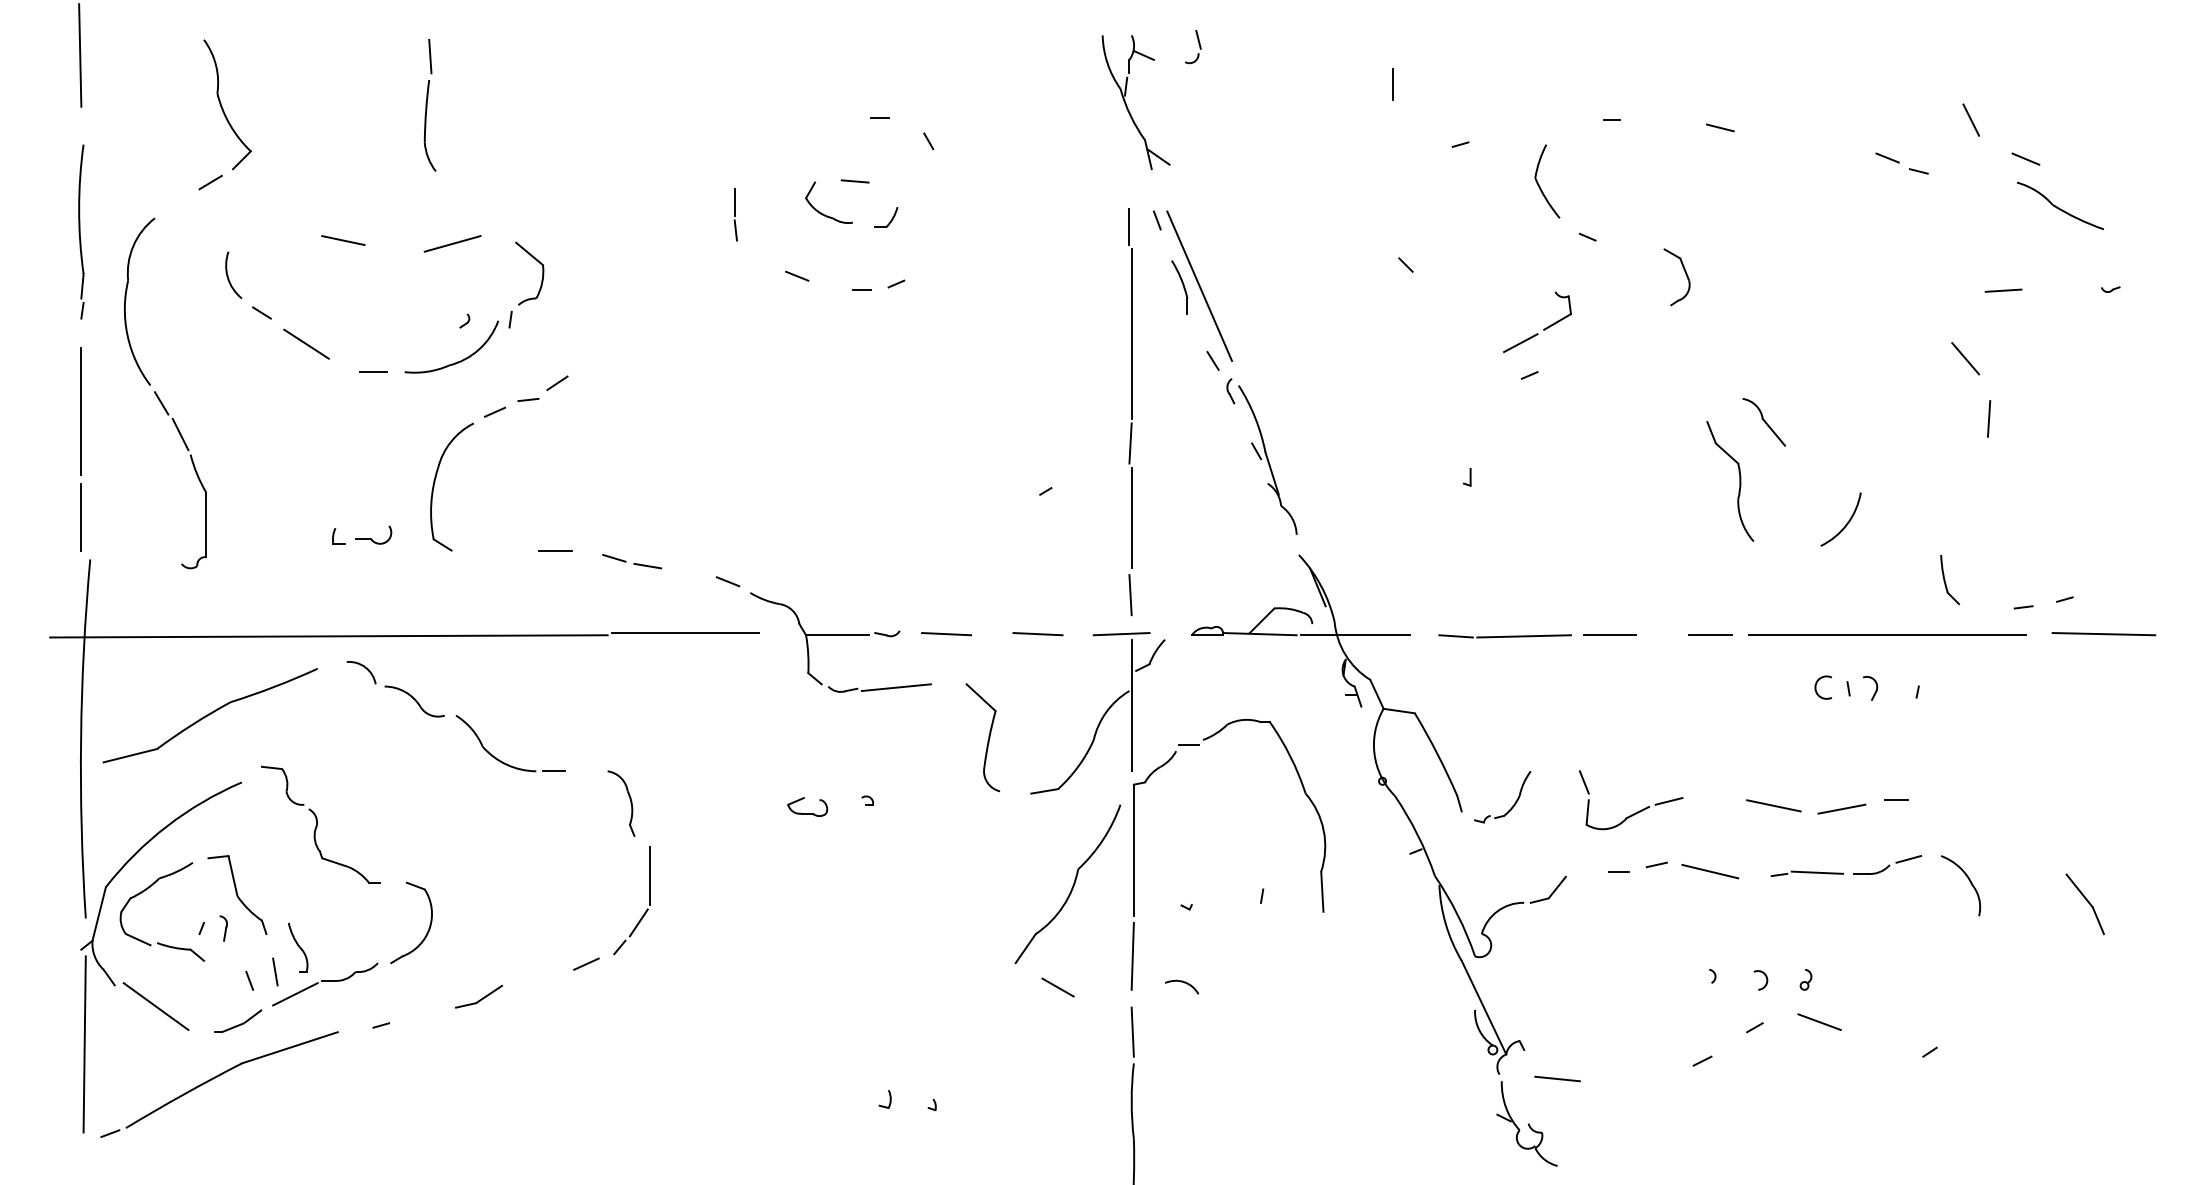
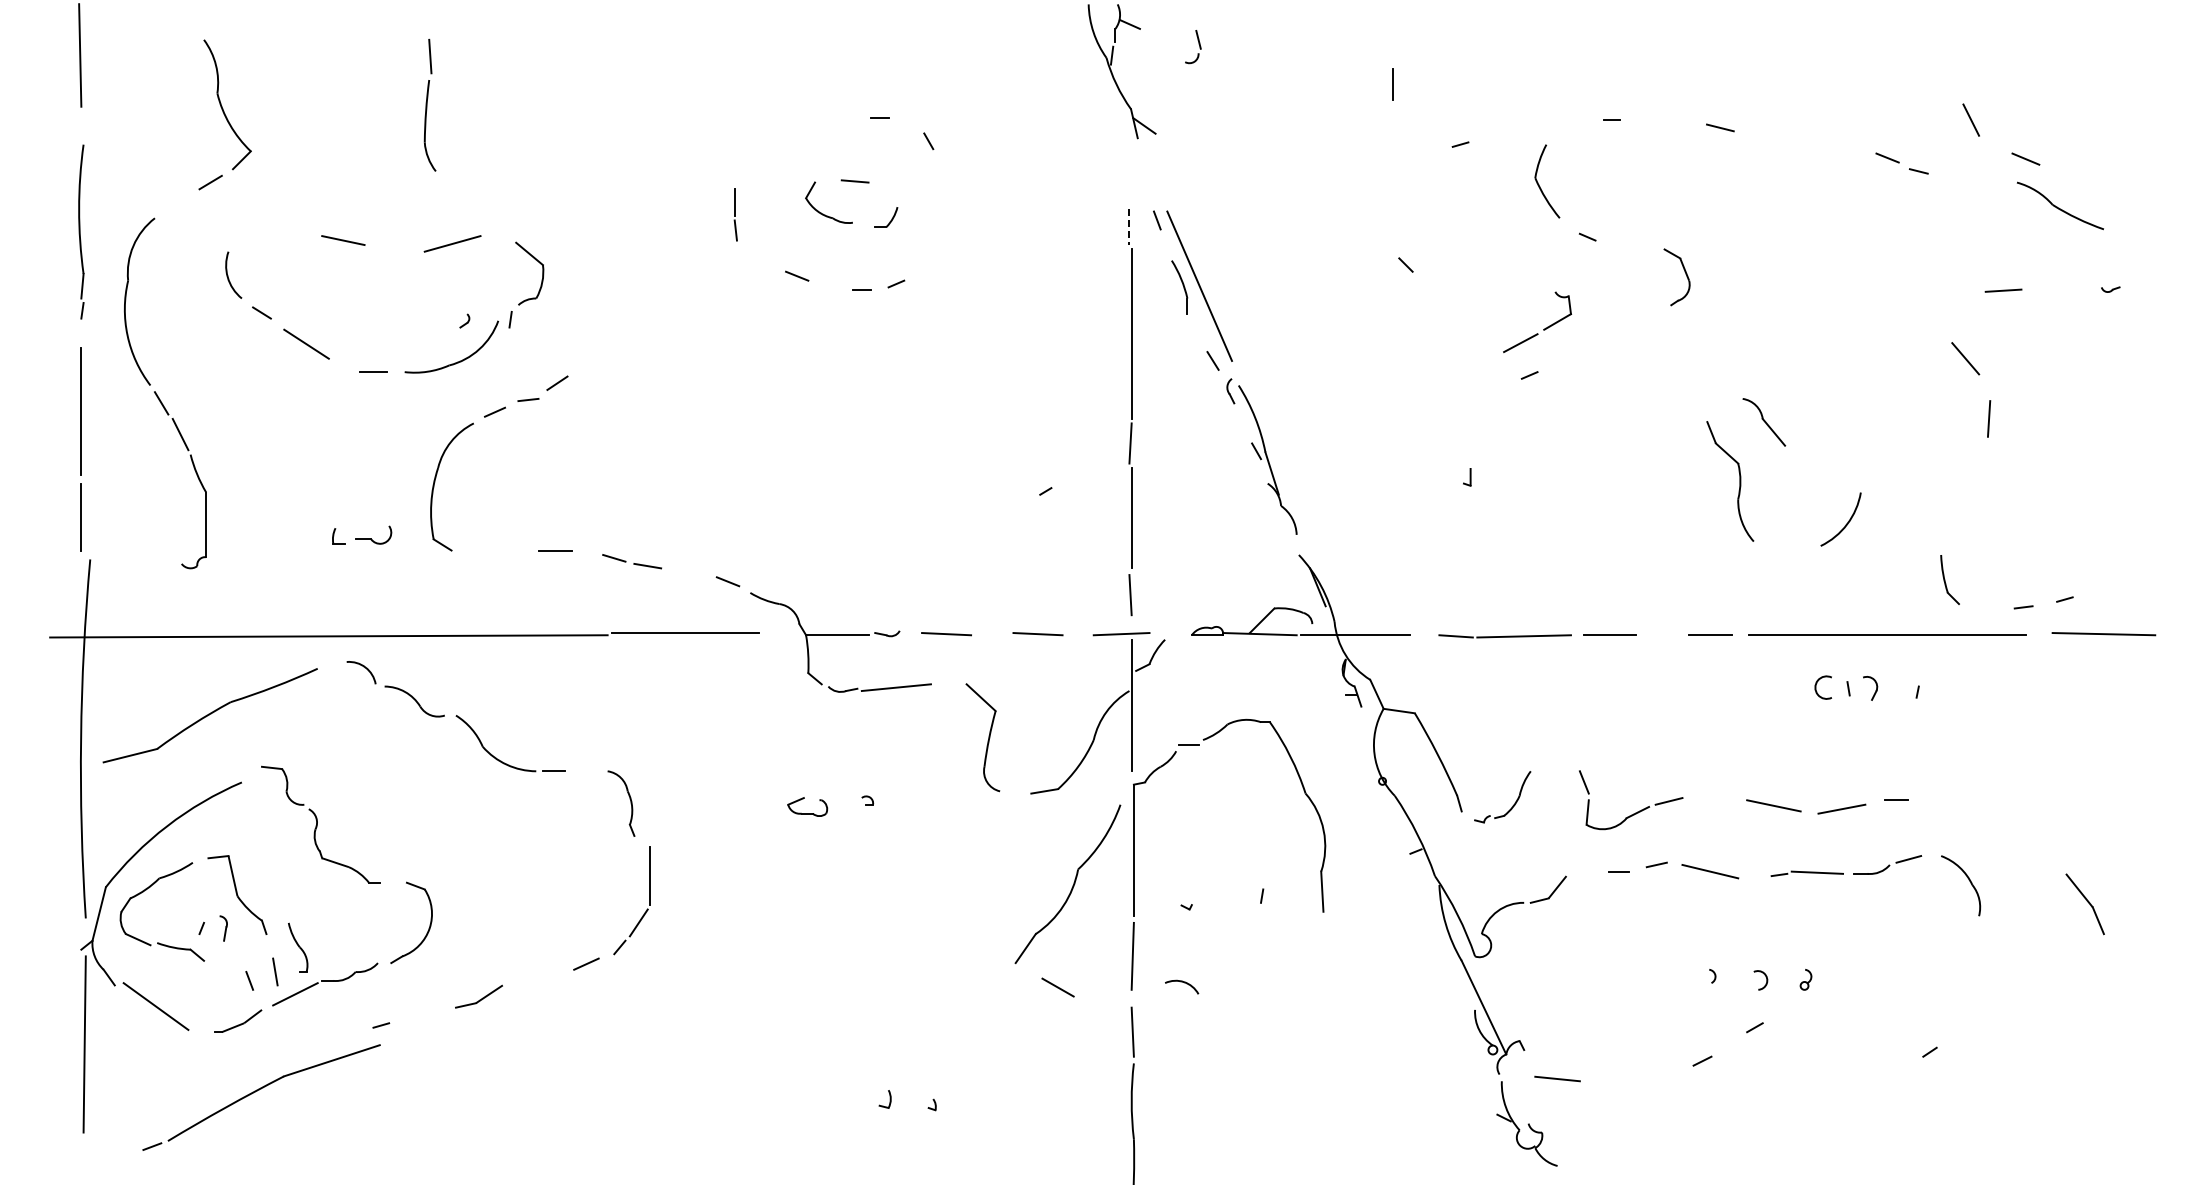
part at (1127, 105) position: (1127, 105) -> (1113, 74)
line at (1129, 227): solid -> dashed
line at (1819, 1021): present -> none
part at (215, 1078) position: (215, 1078) -> (257, 1091)
